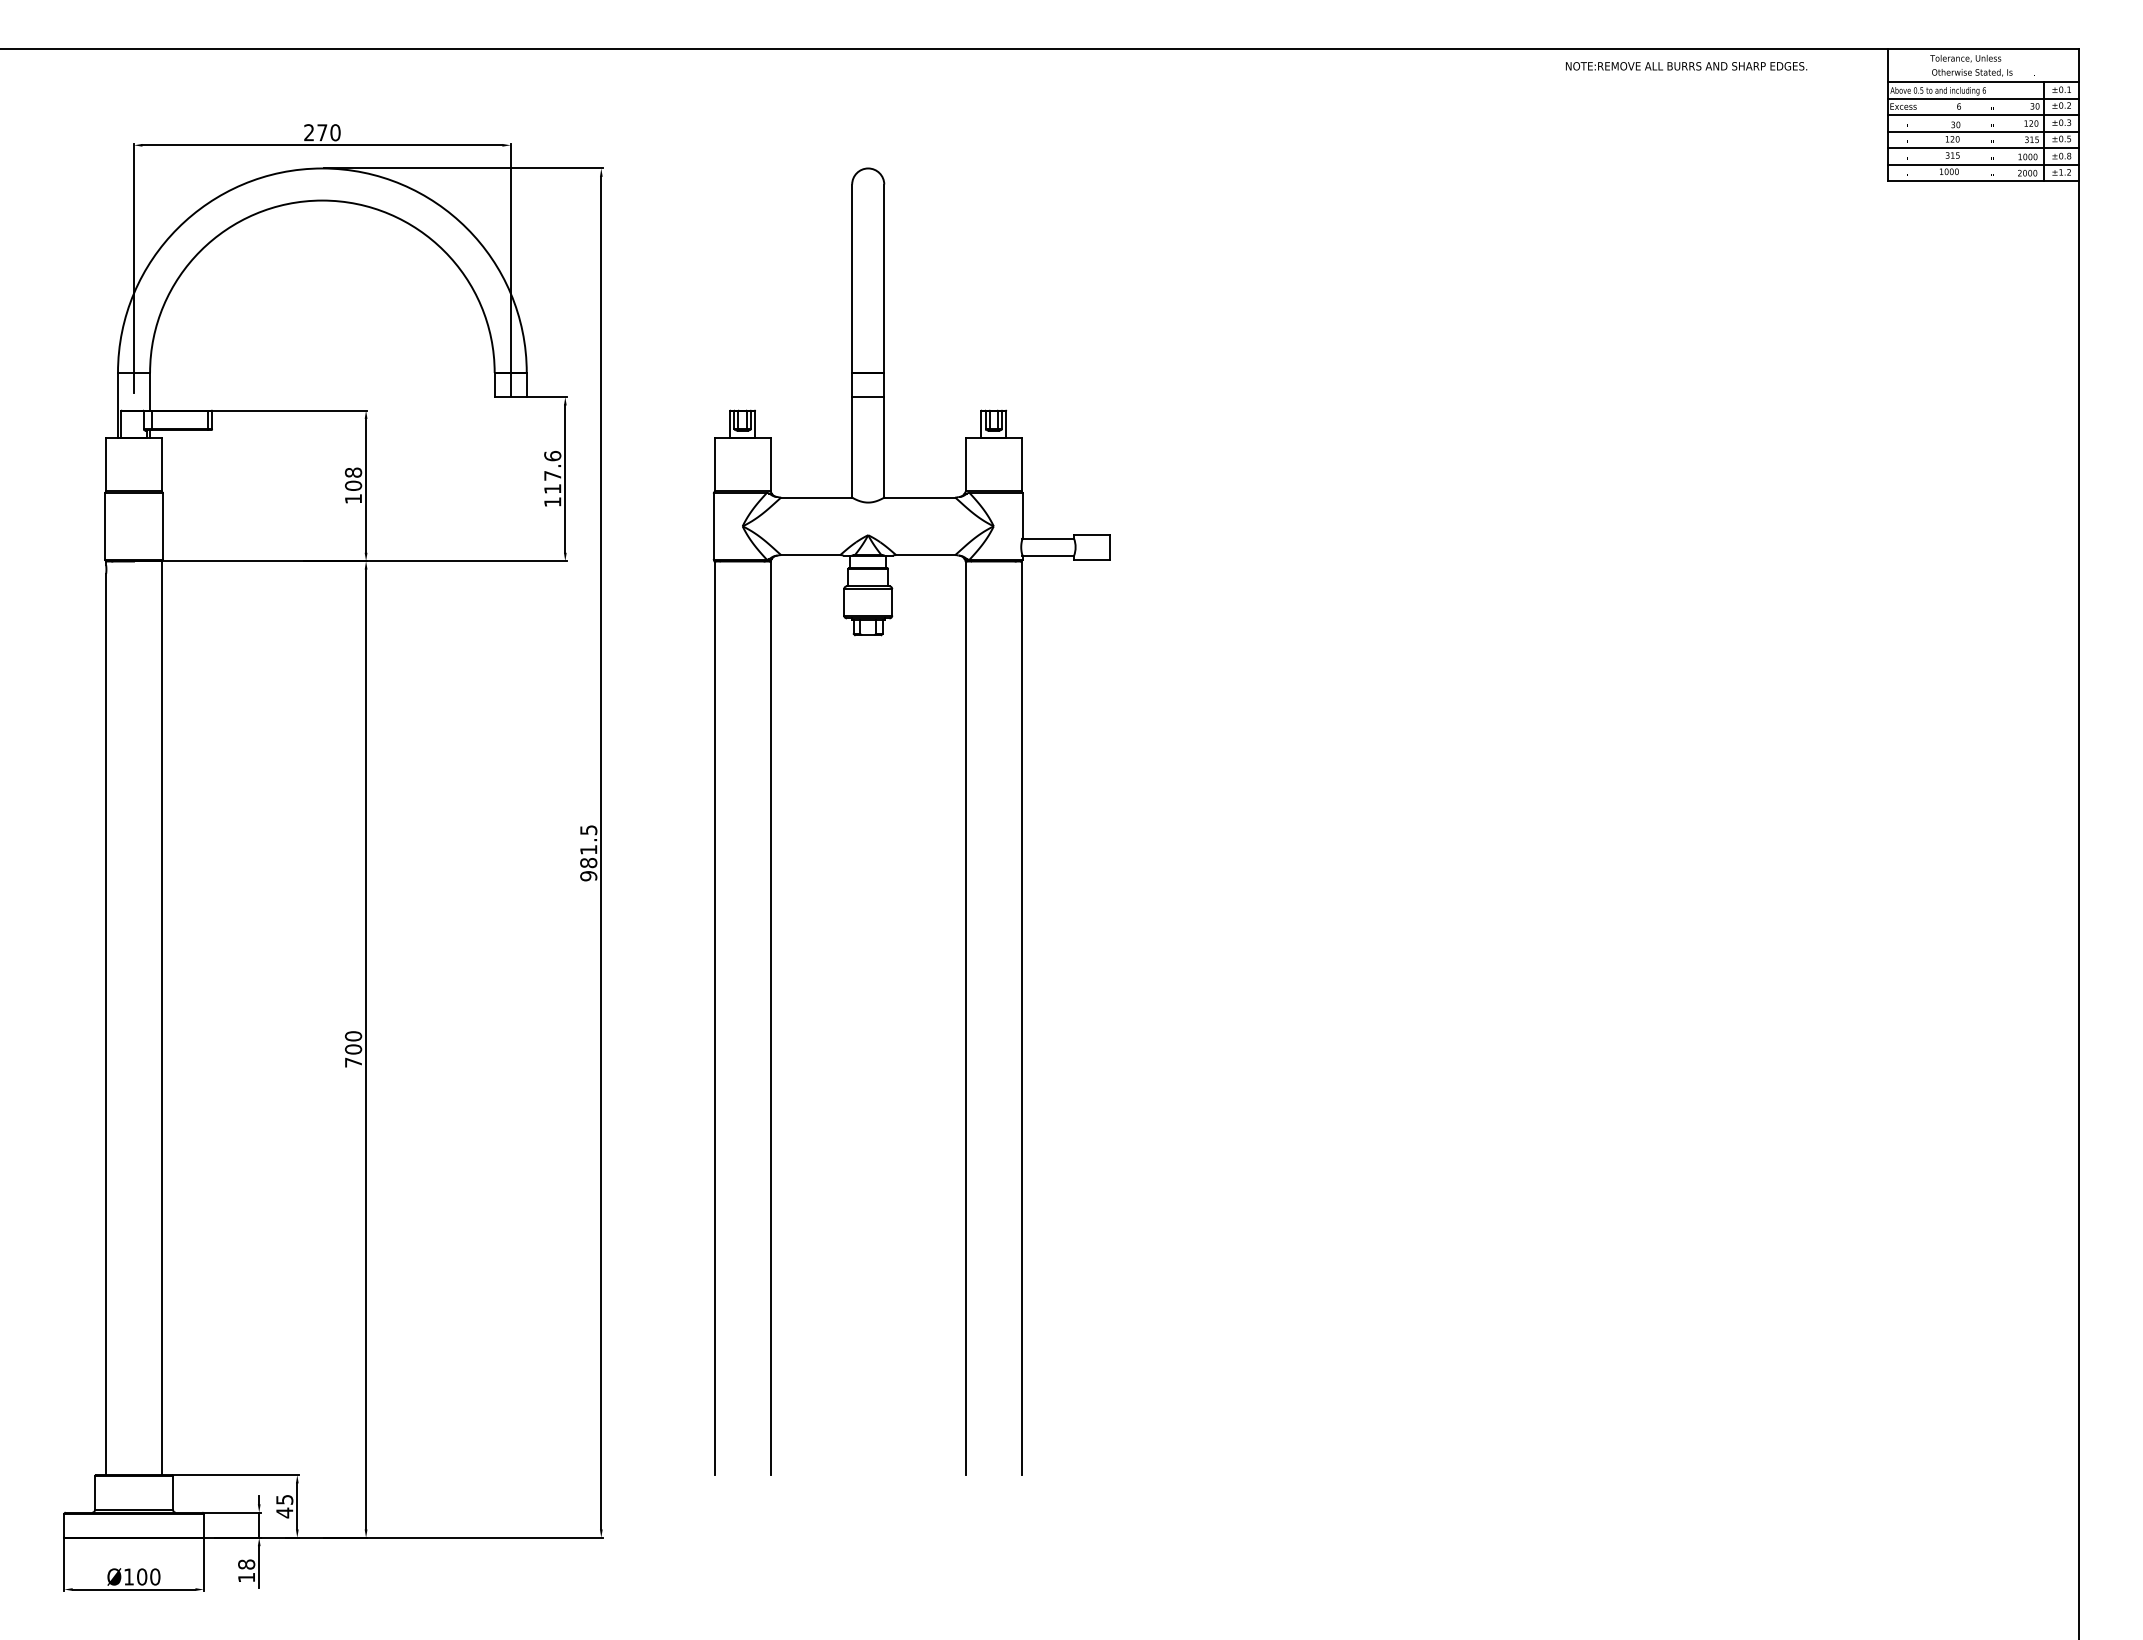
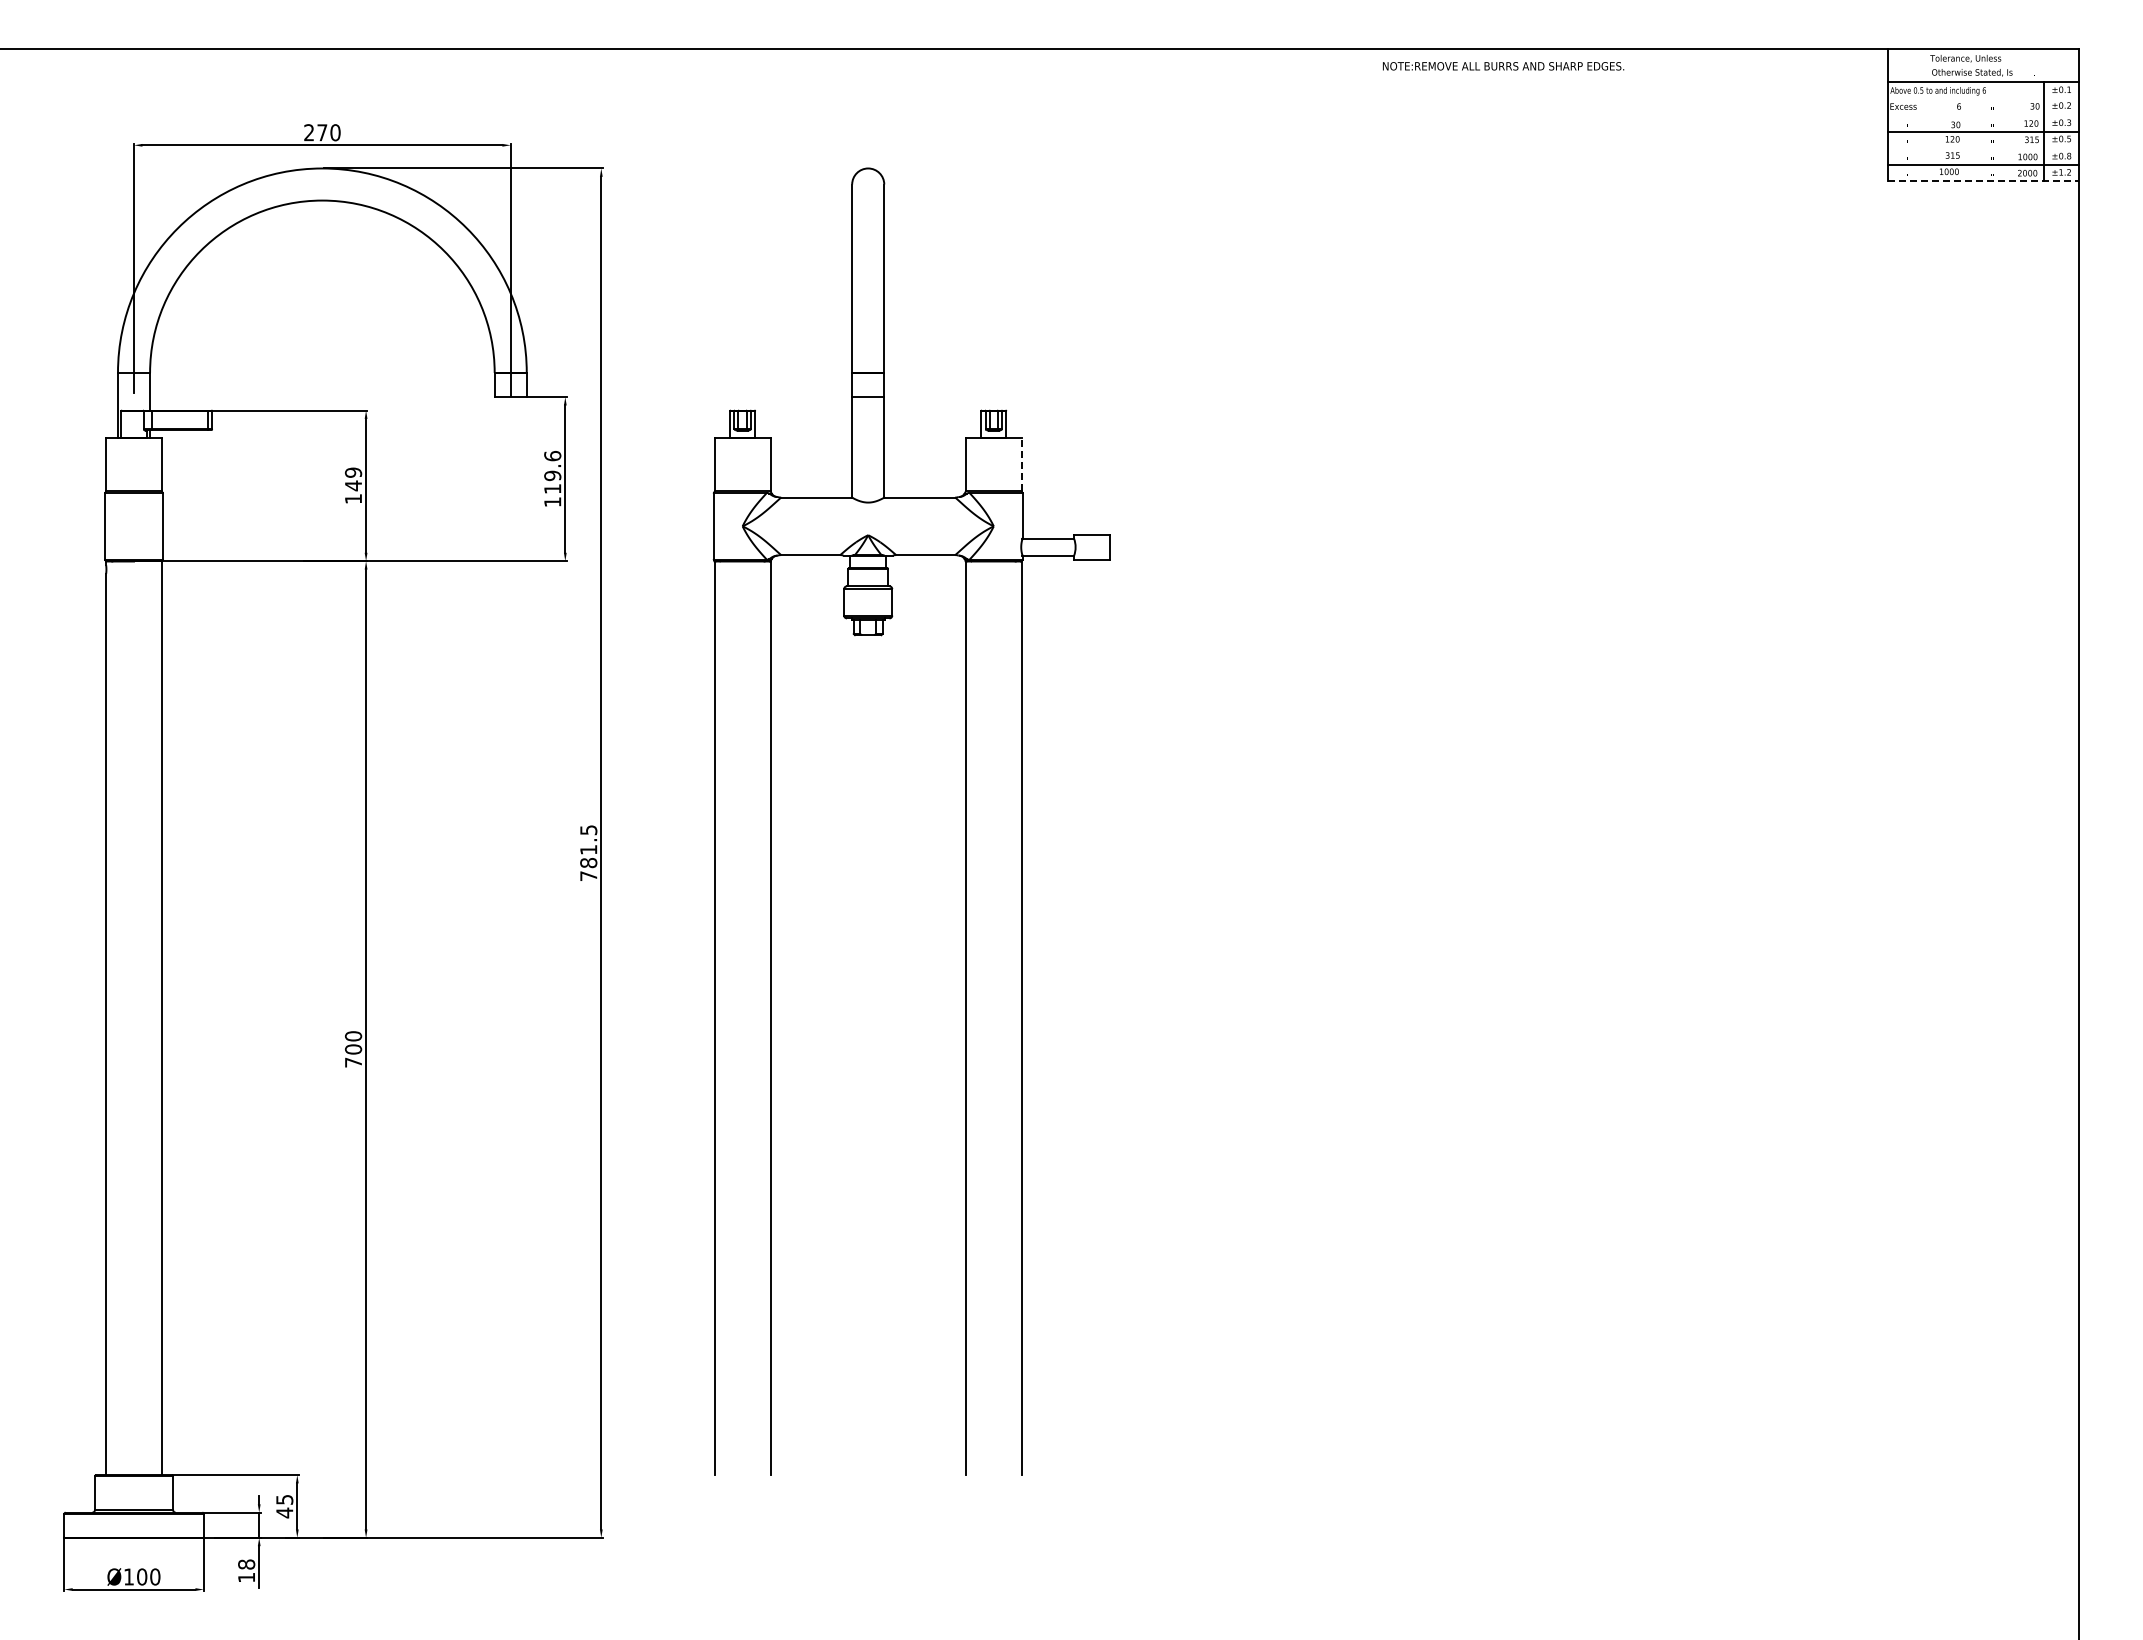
text at (1686, 66) position: (1686, 66) -> (1503, 66)
line at (1983, 98): present -> none
line at (1983, 115): present -> none
line at (1983, 147): present -> none
line at (1983, 180): solid -> dashed
line at (1021, 464): solid -> dashed
text at (552, 475): 117.6 -> 119.6
text at (353, 479): 108 -> 149
text at (588, 876): 981.5 -> 781.5
